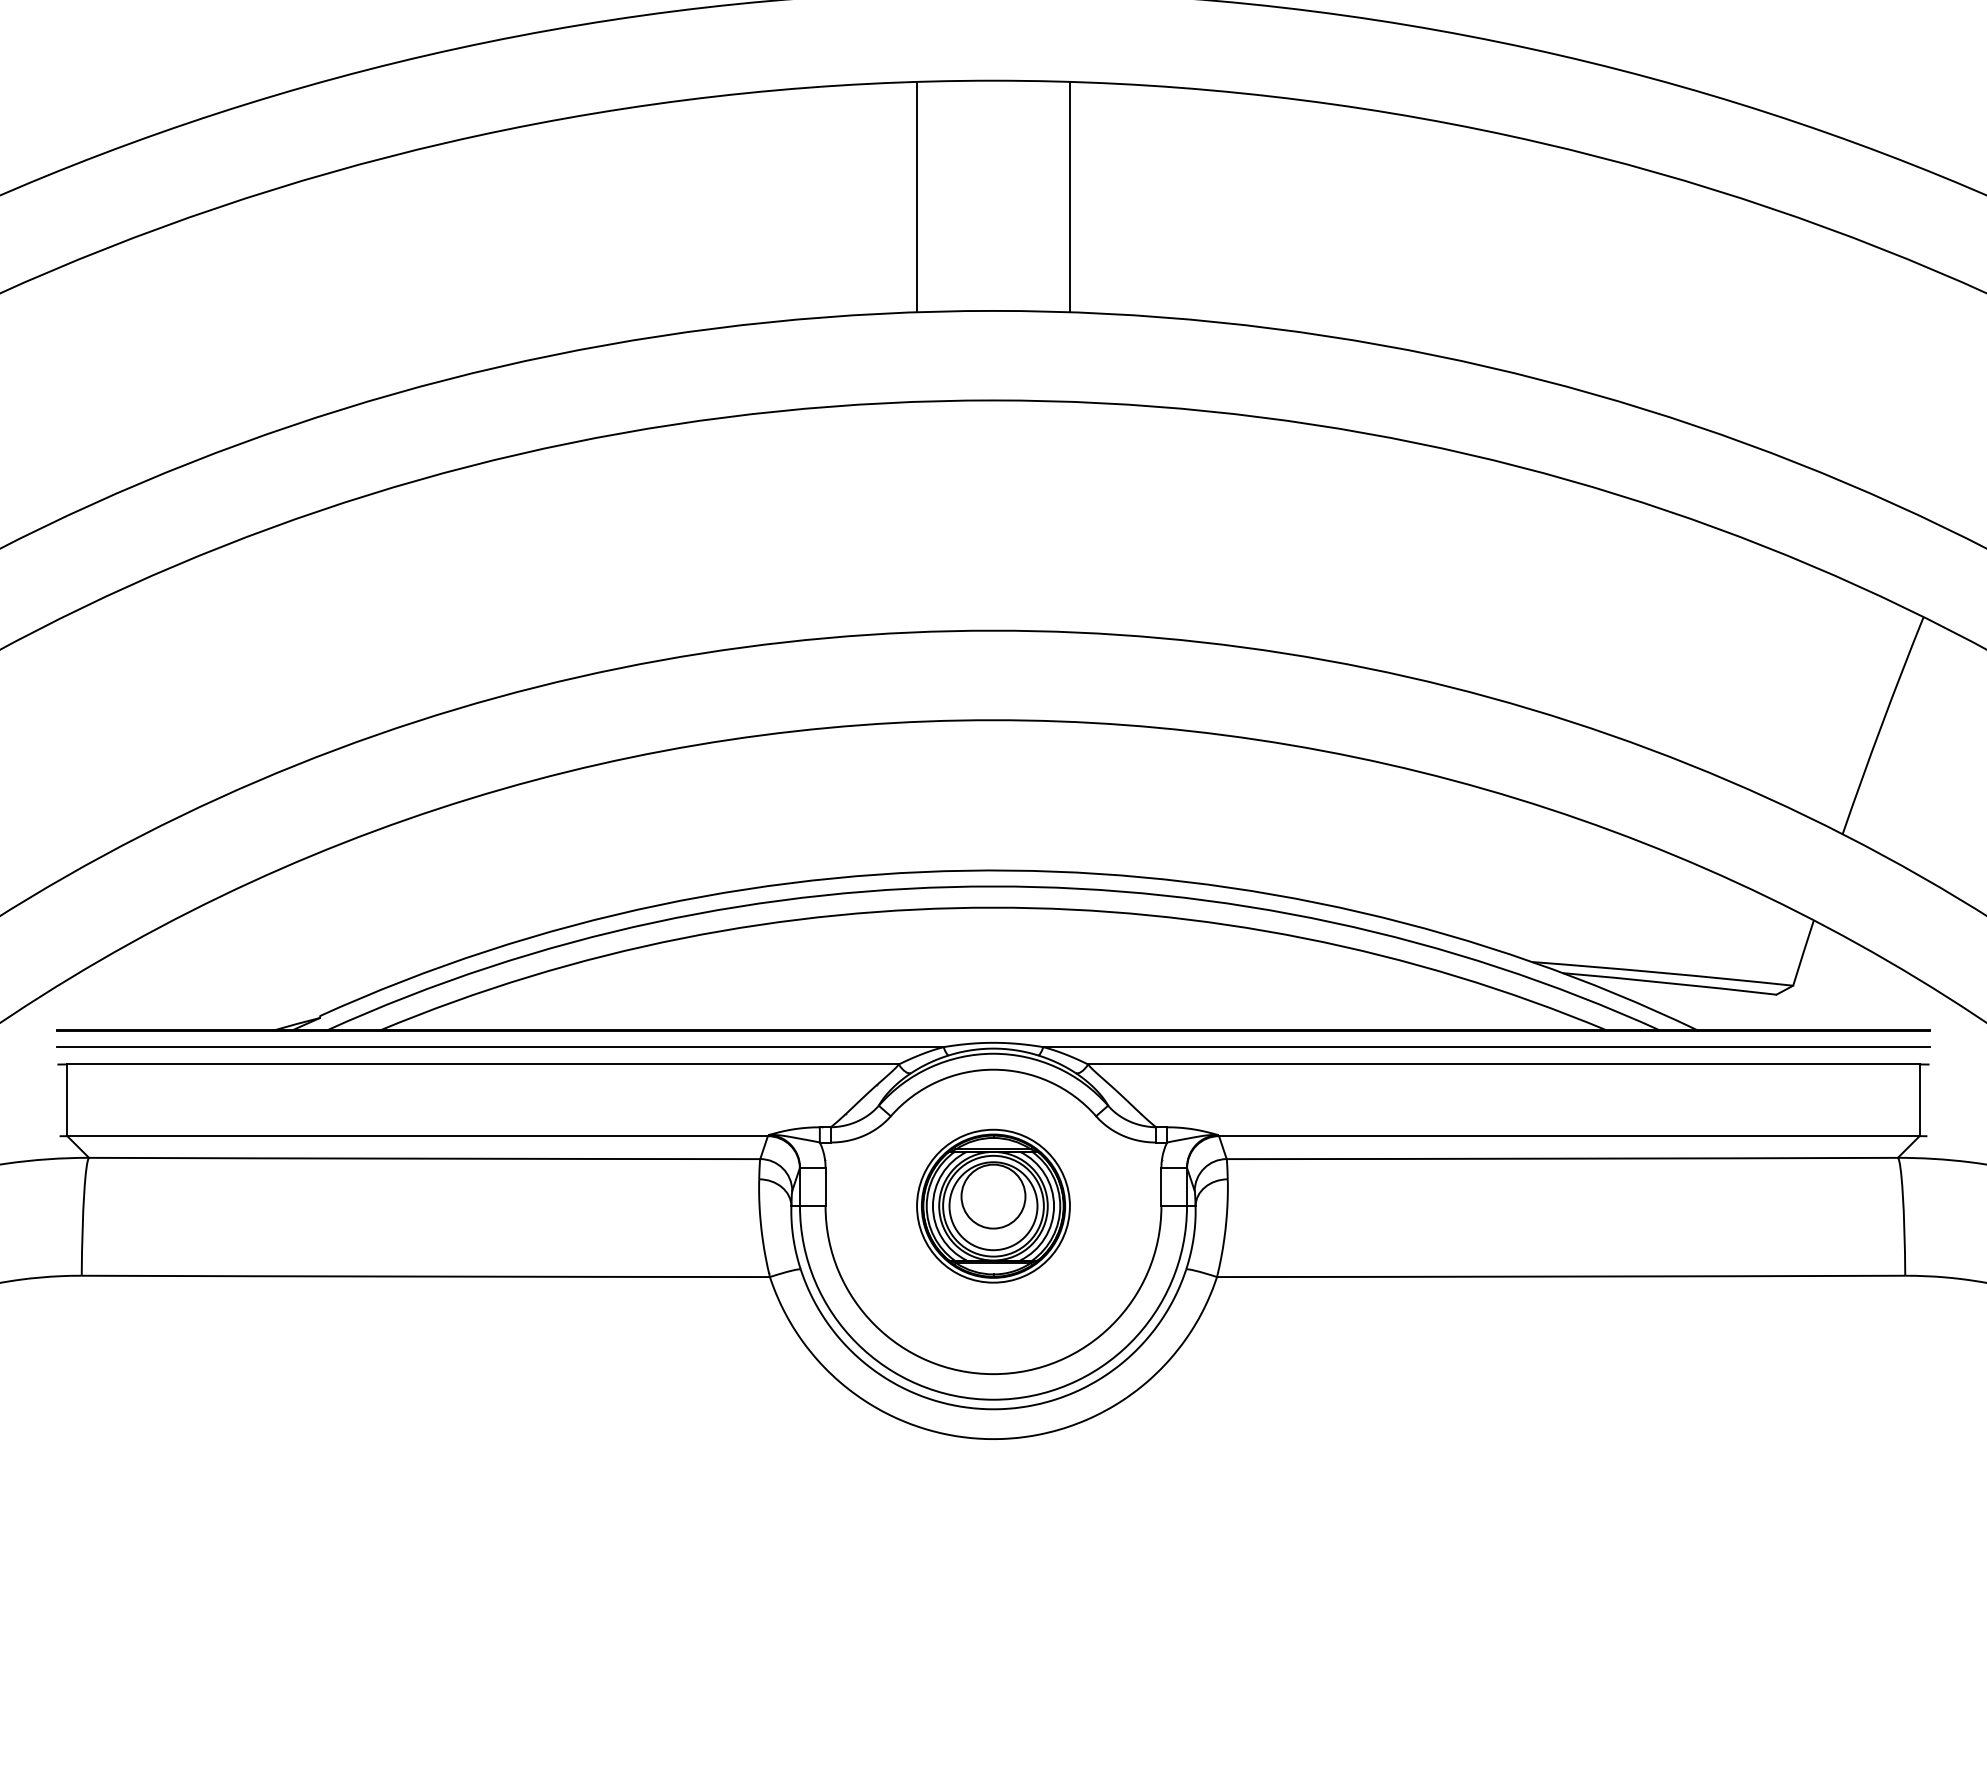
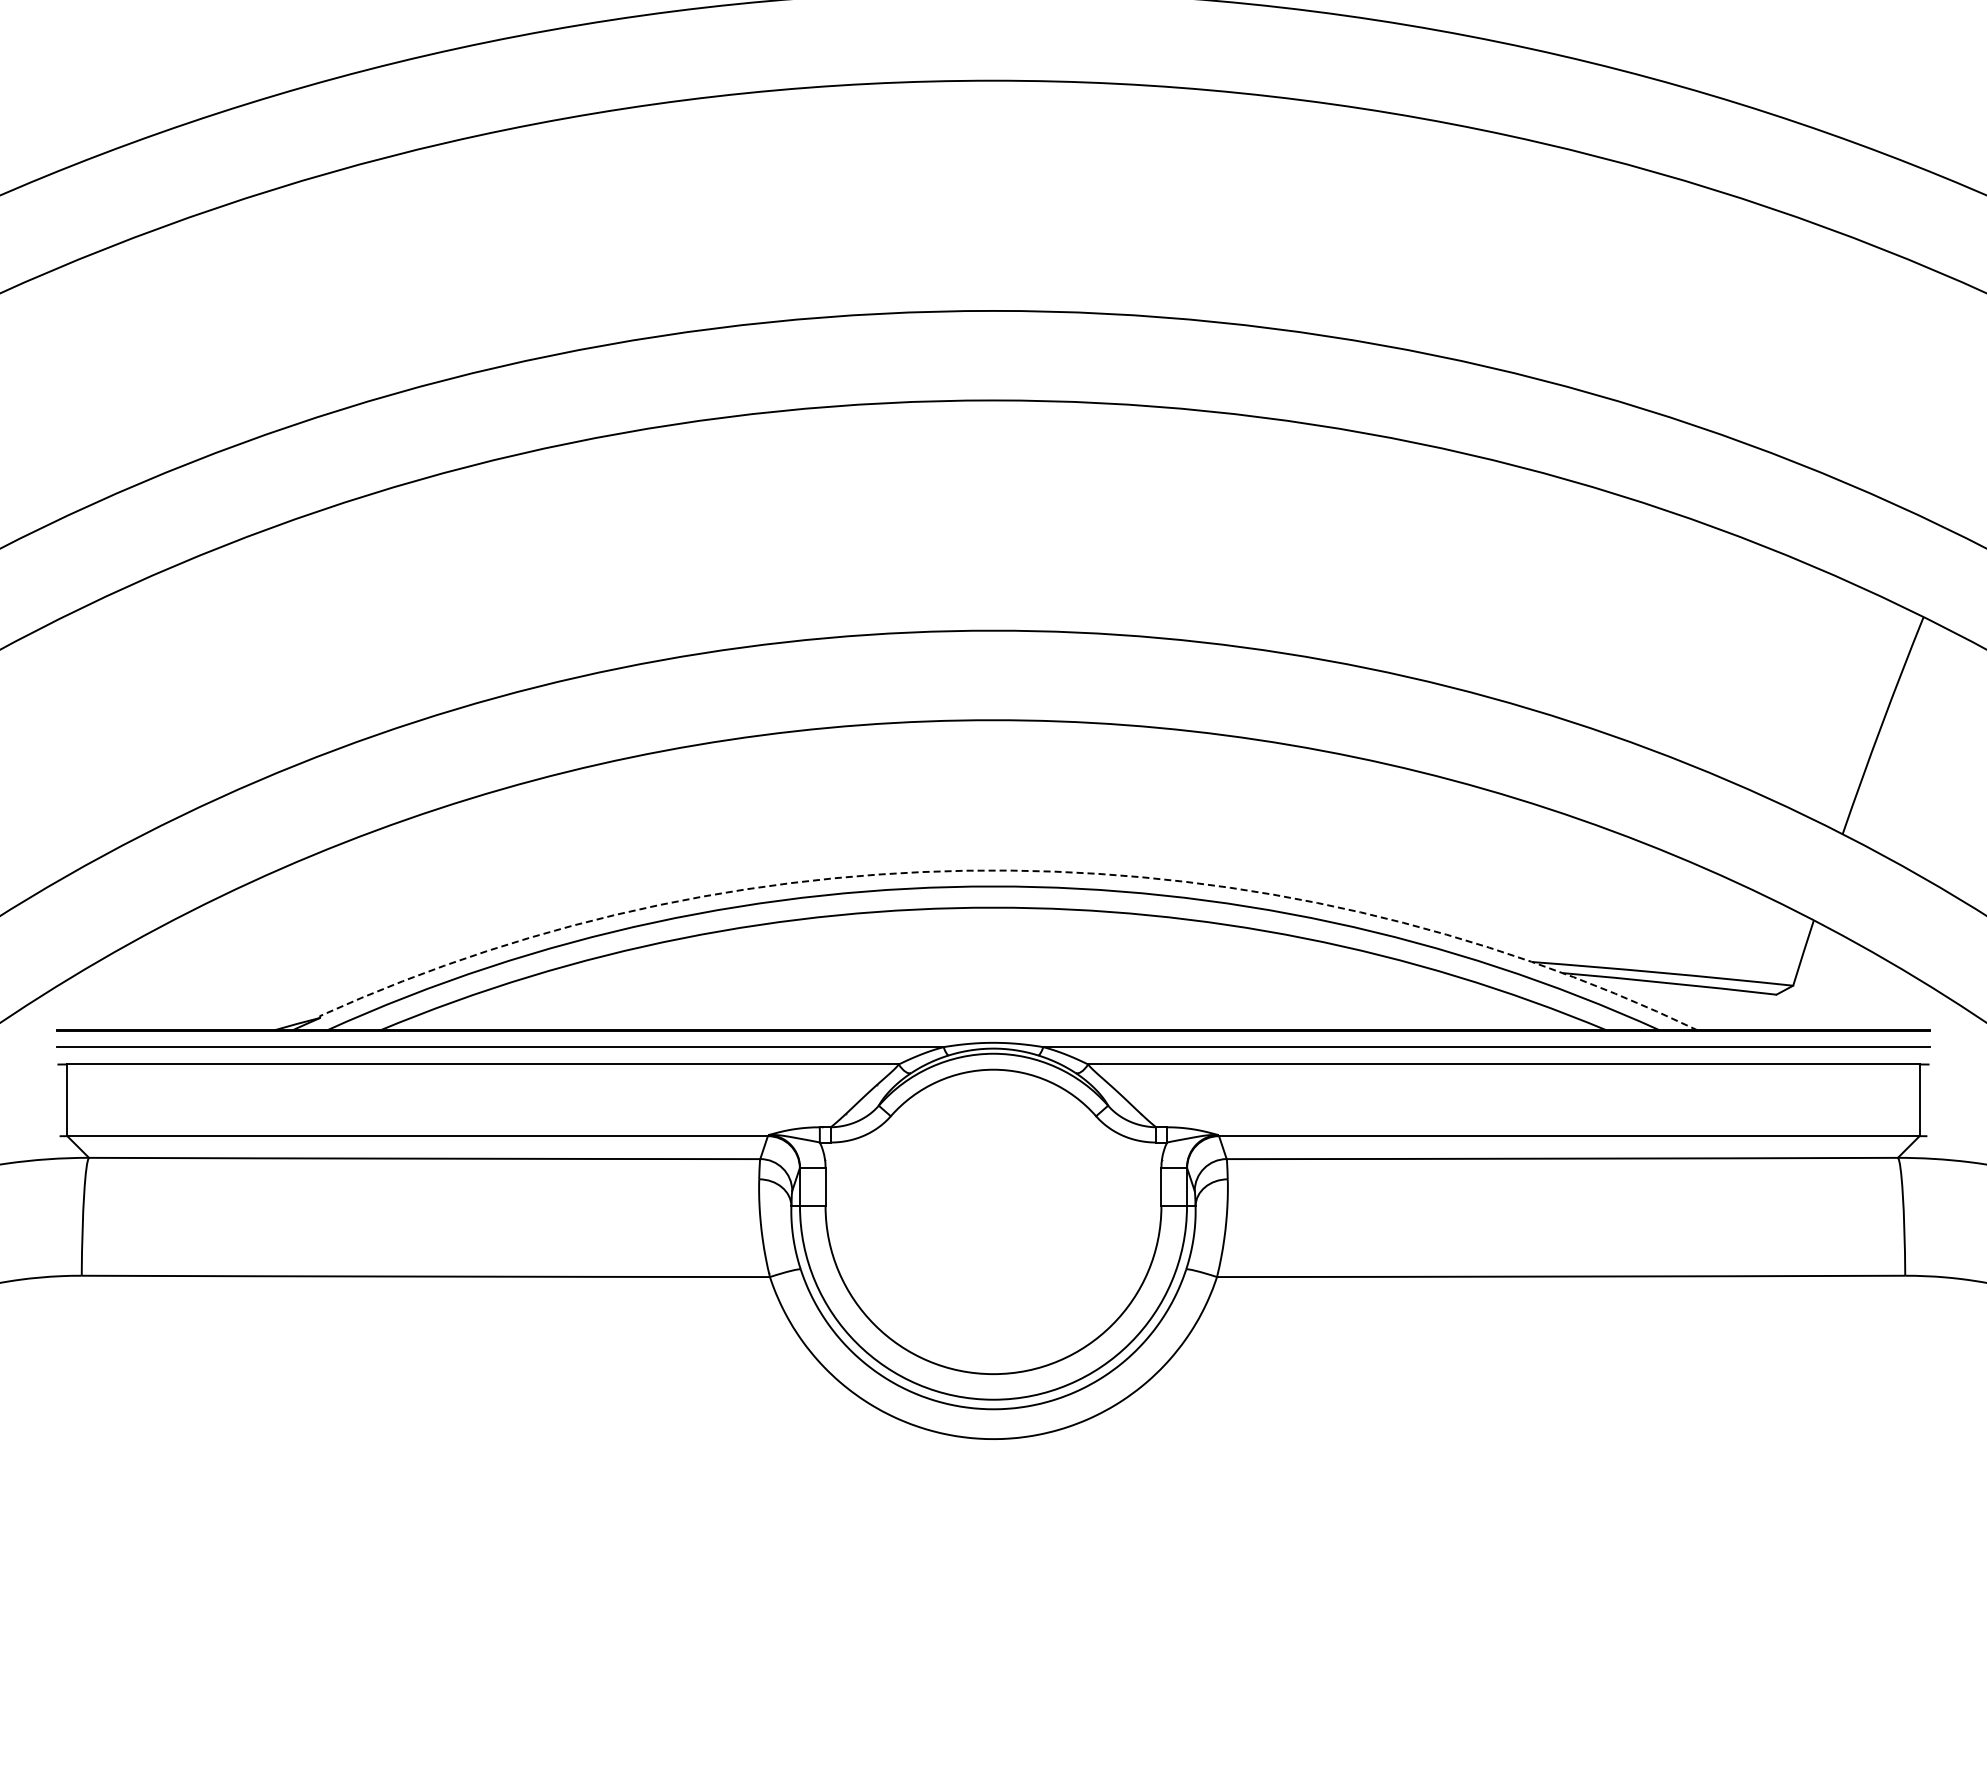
line at (916, 196): present -> none
line at (1070, 196): present -> none
arc at (1010, 870): solid -> dashed
part at (993, 1205): present -> none
